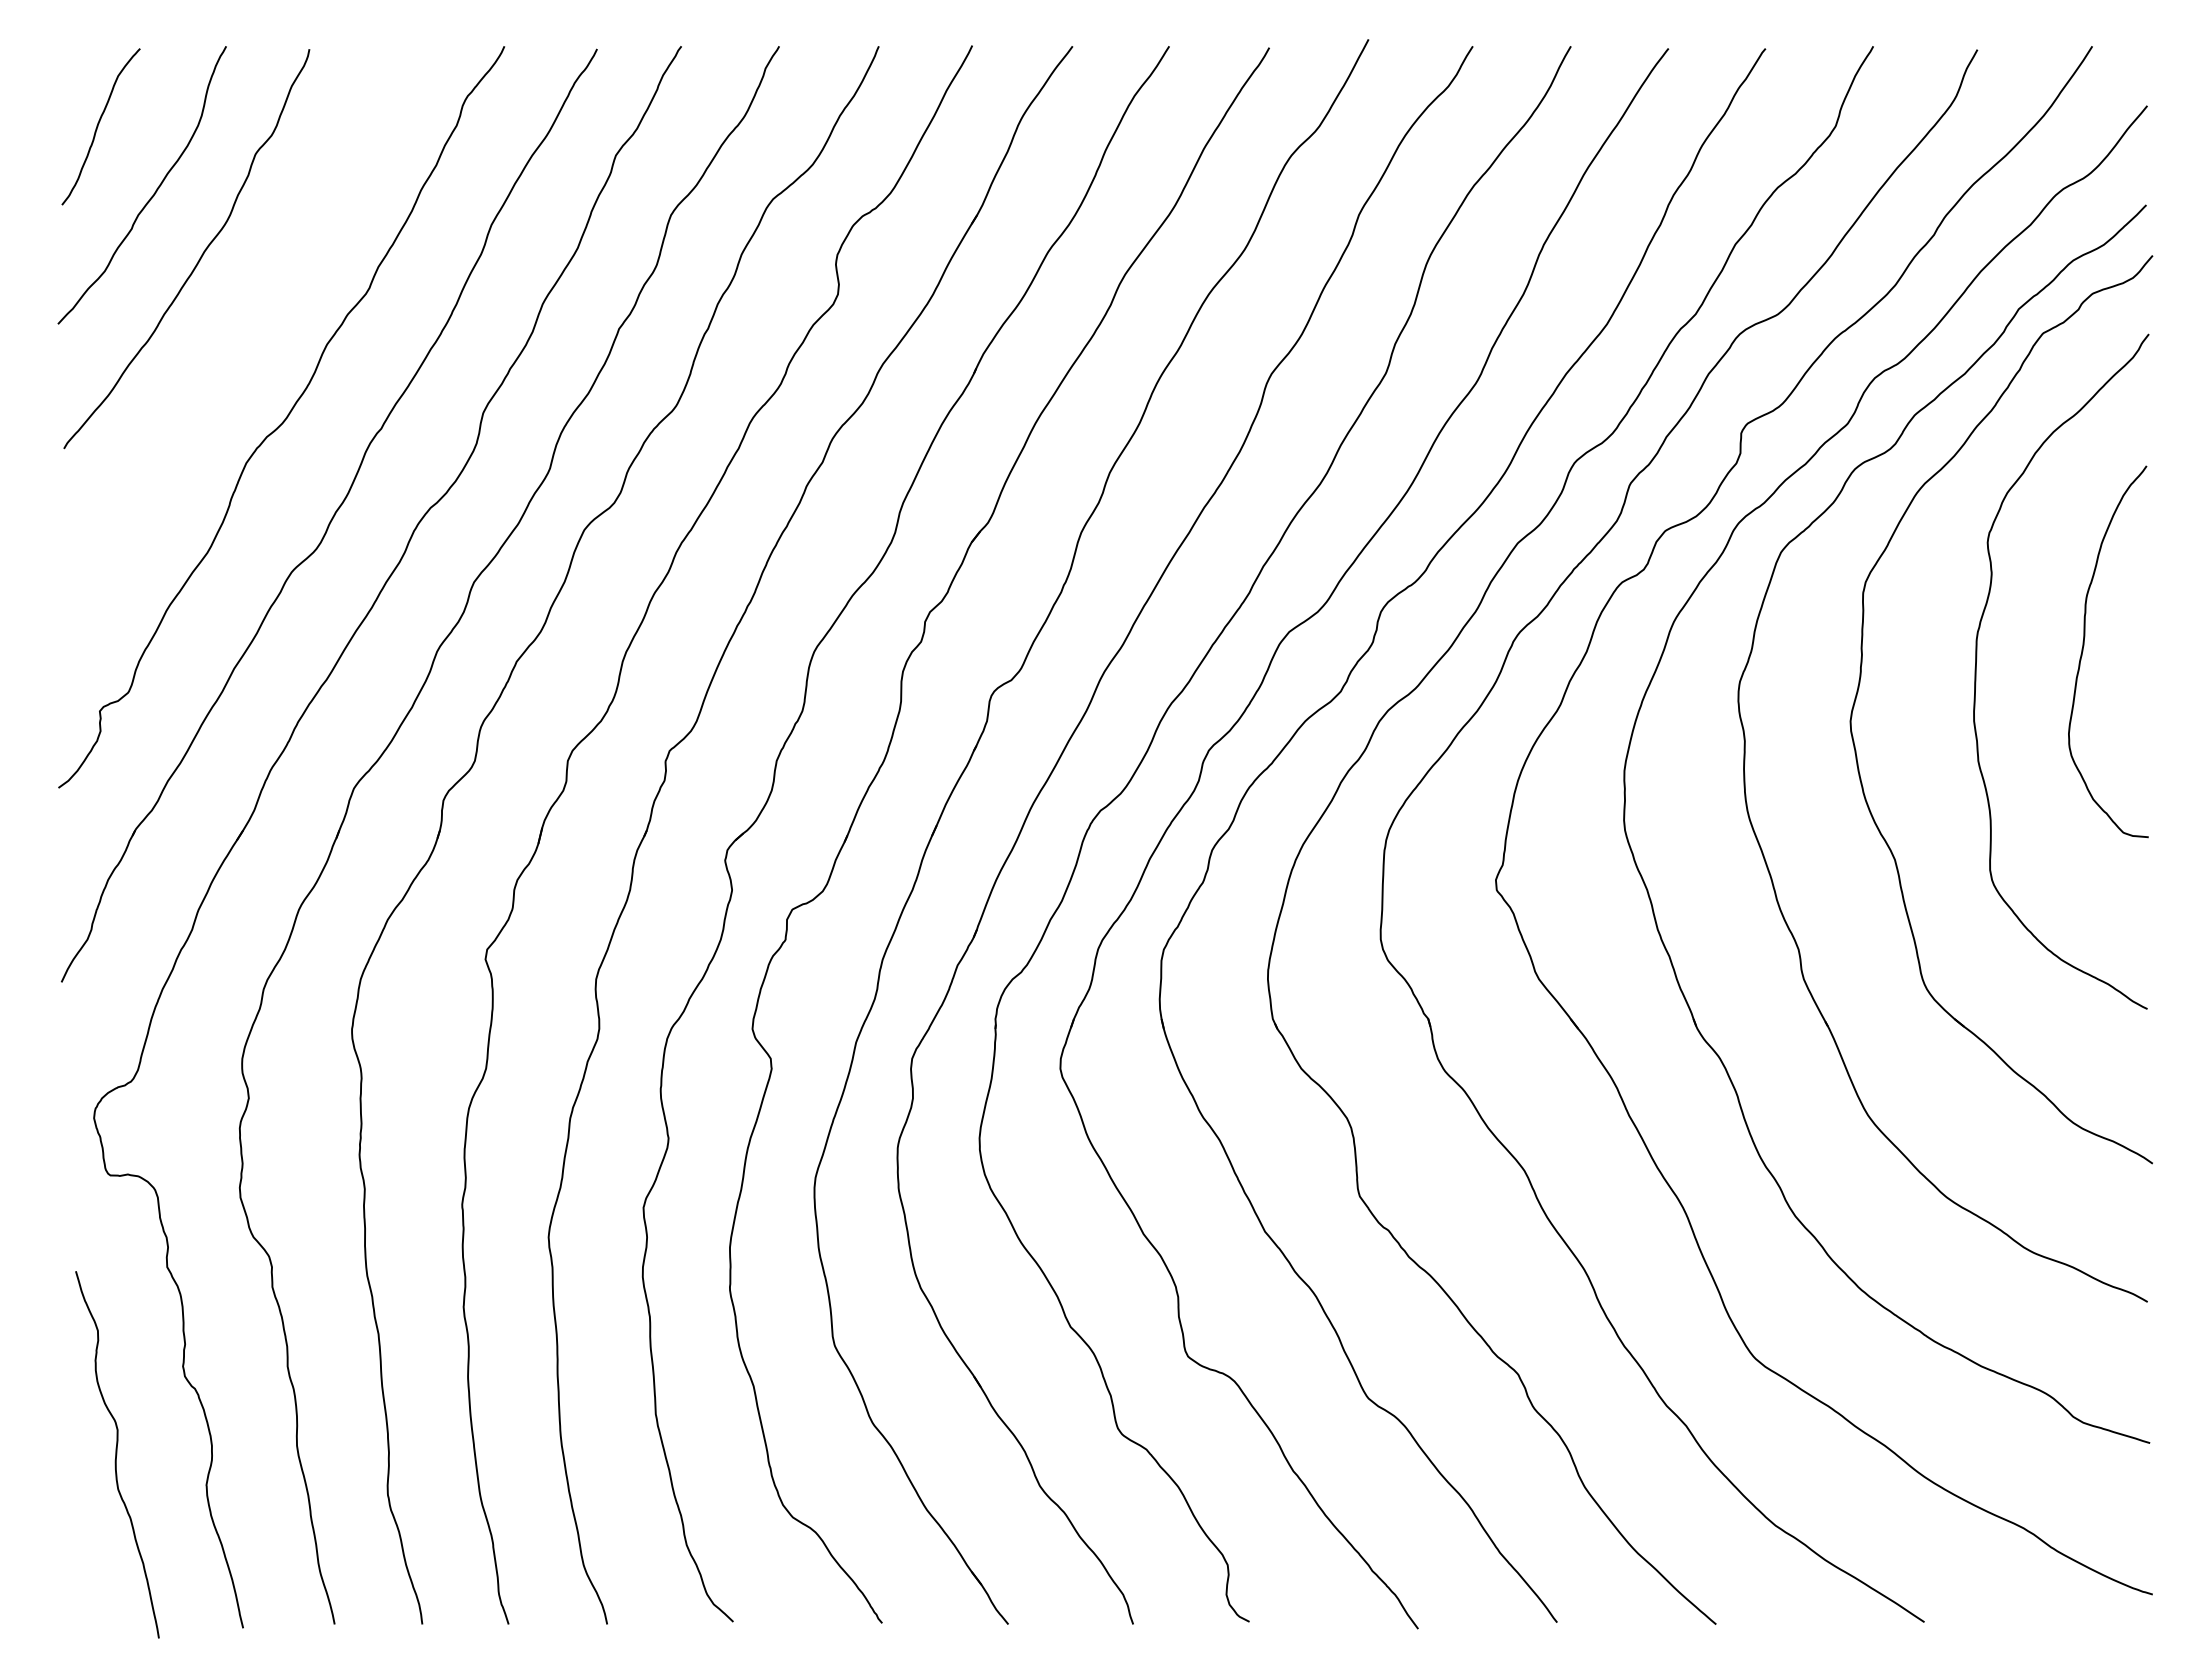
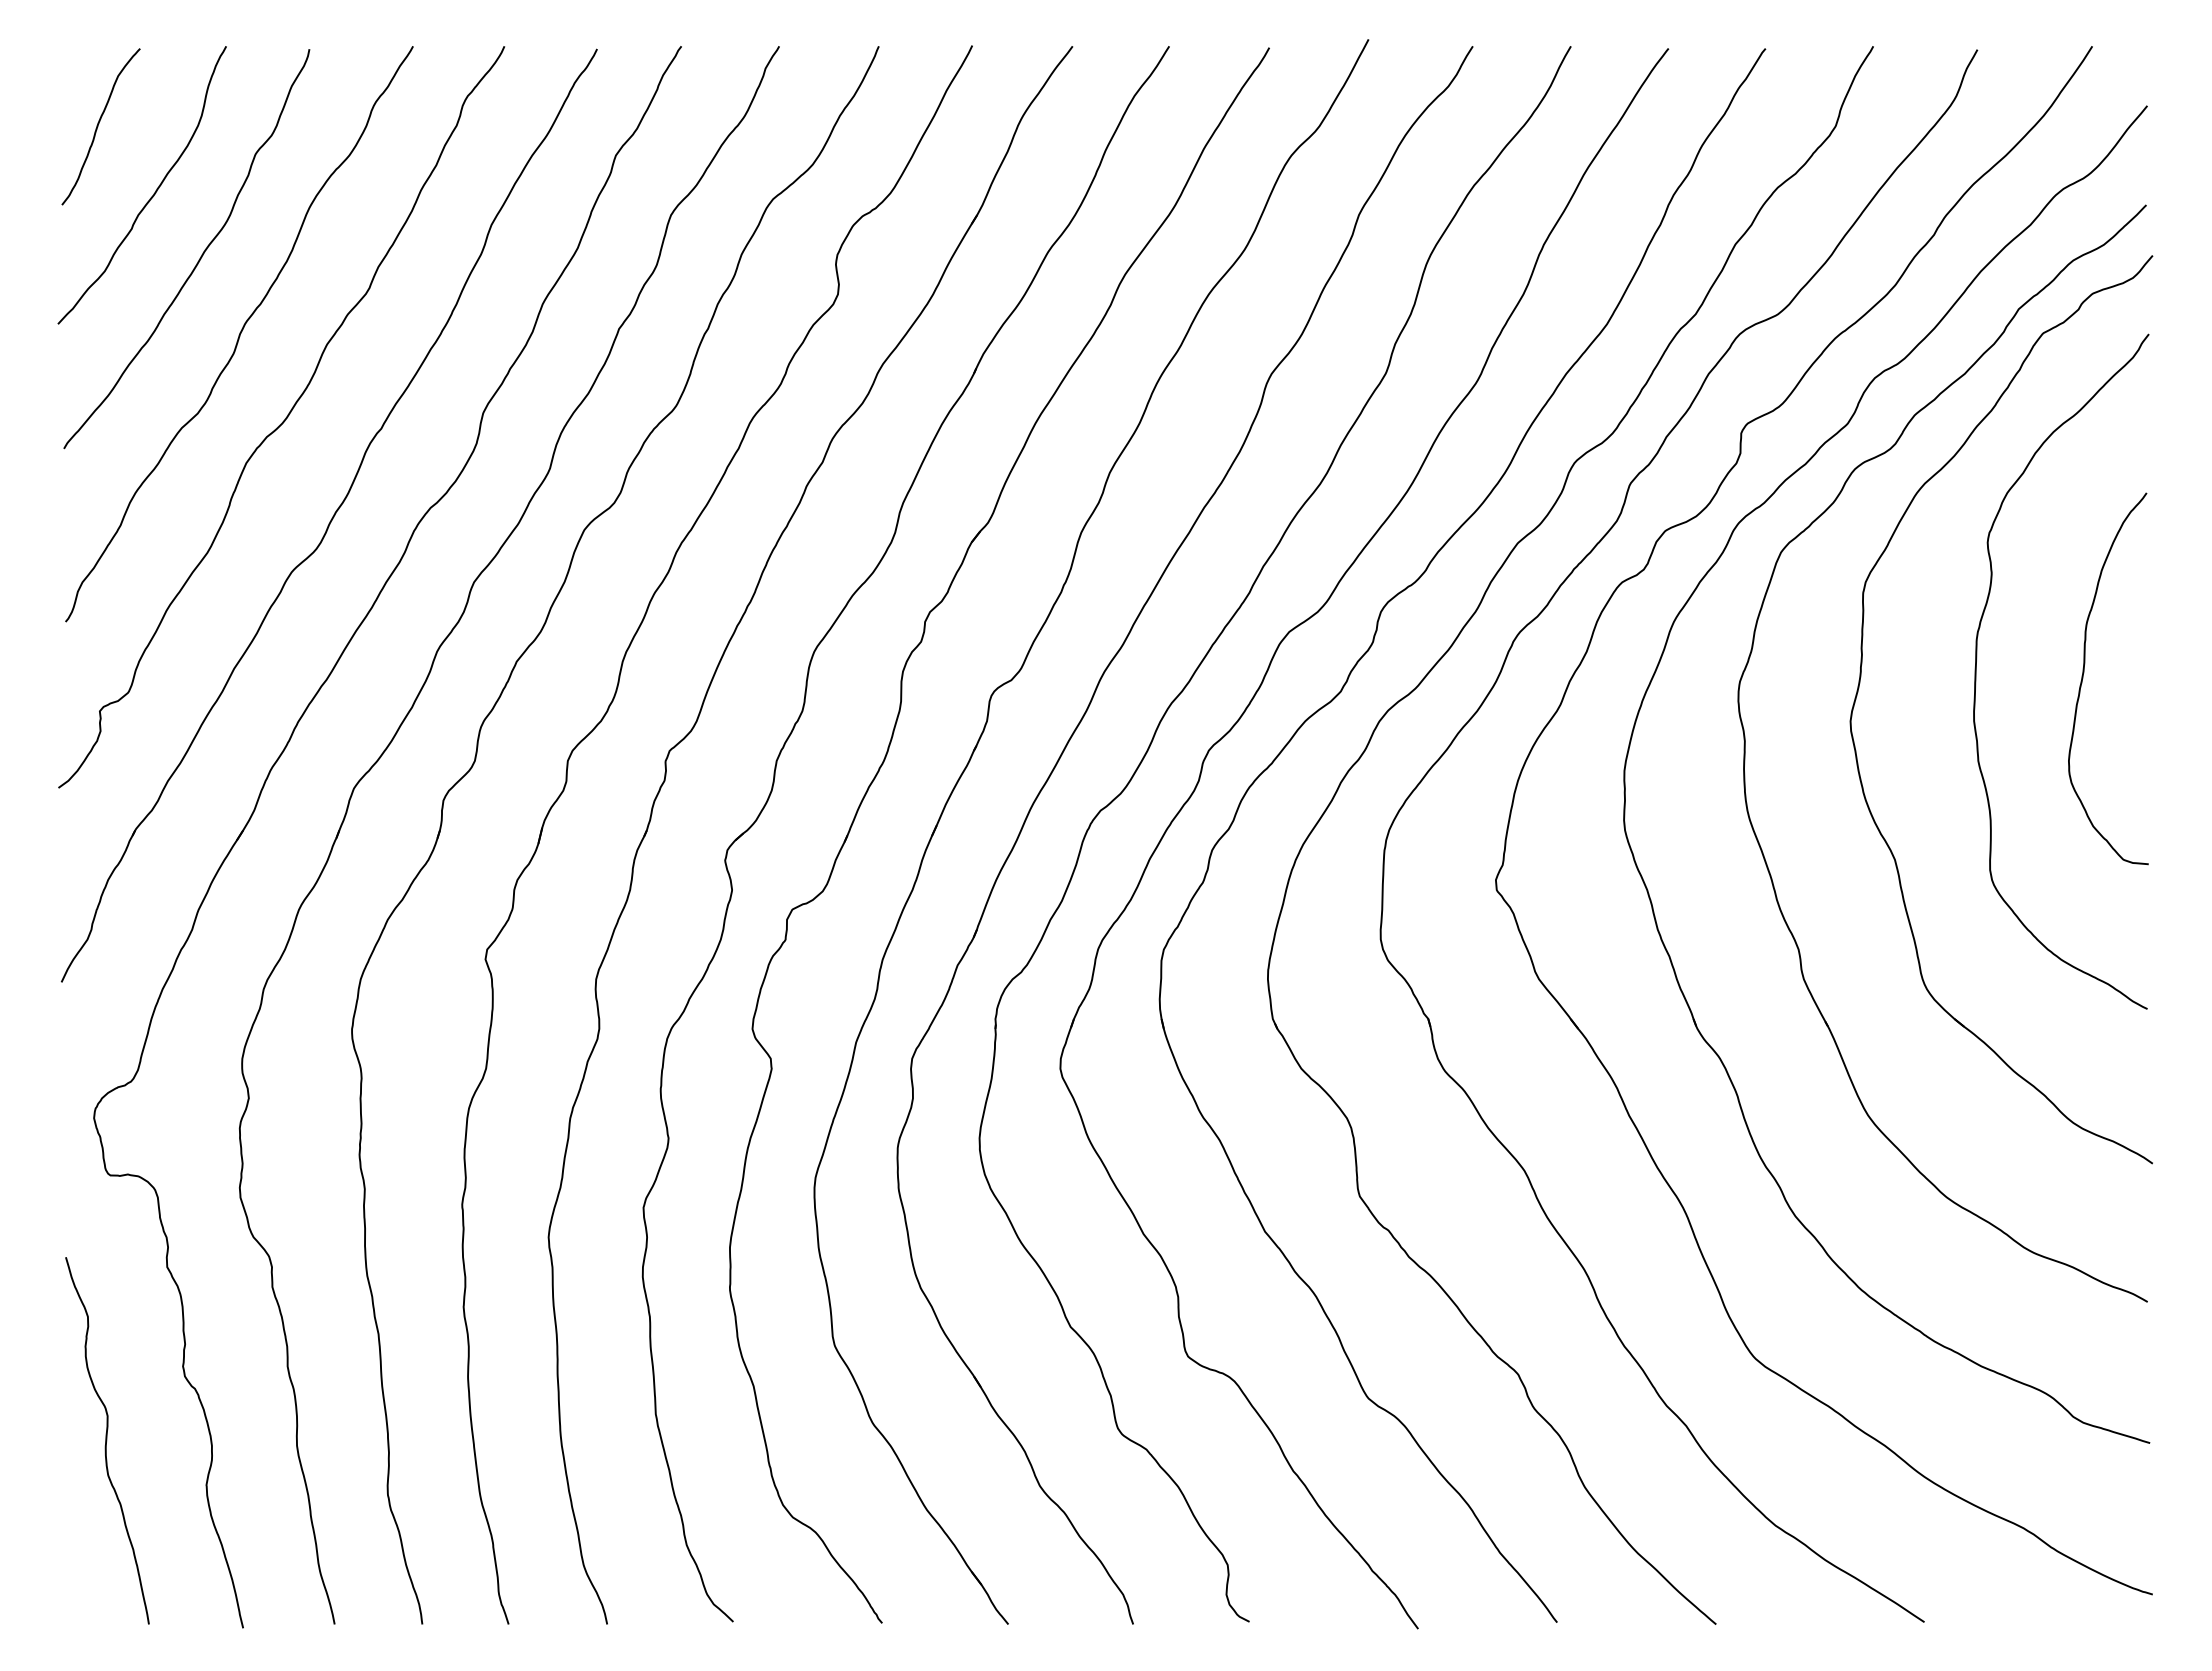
curve at (239, 334): none -> present
curve at (2084, 646) position: (2084, 646) -> (2084, 673)
curve at (117, 1454) position: (117, 1454) -> (107, 1440)
